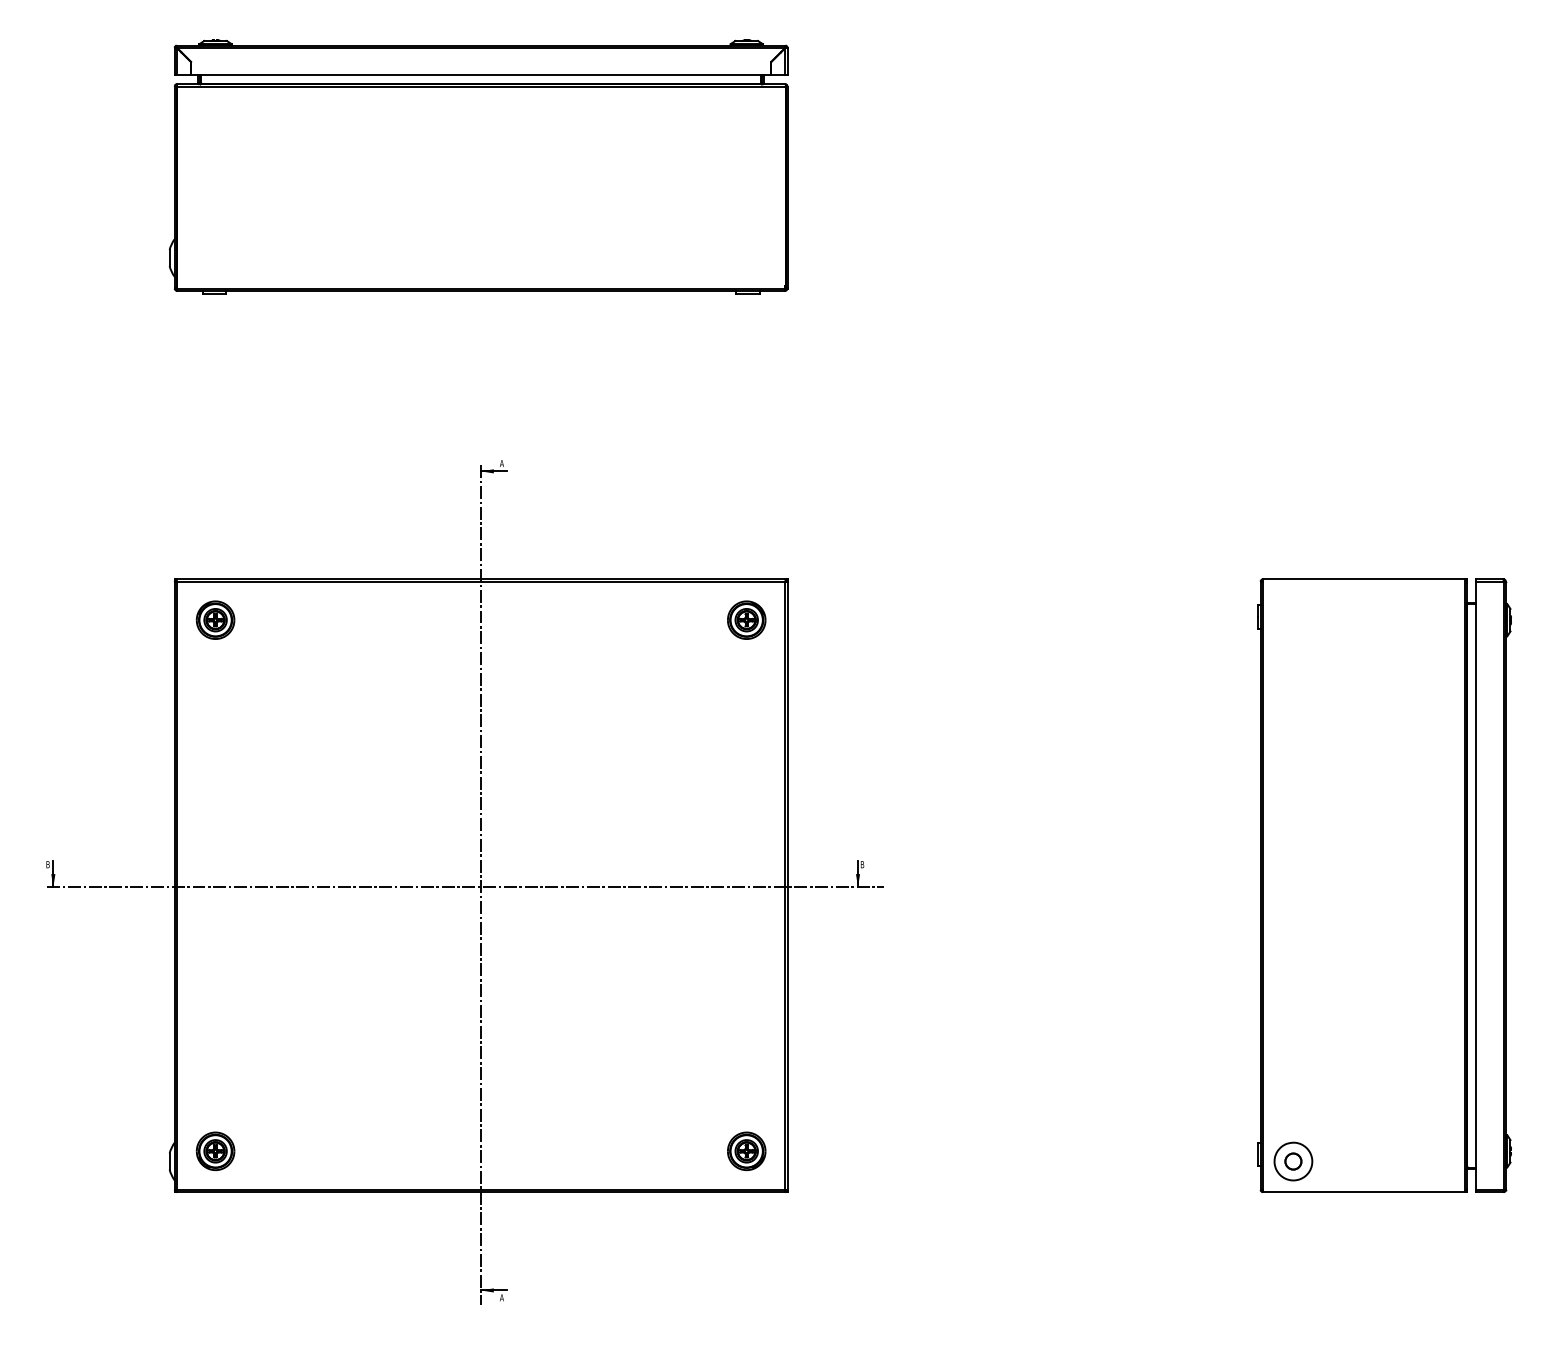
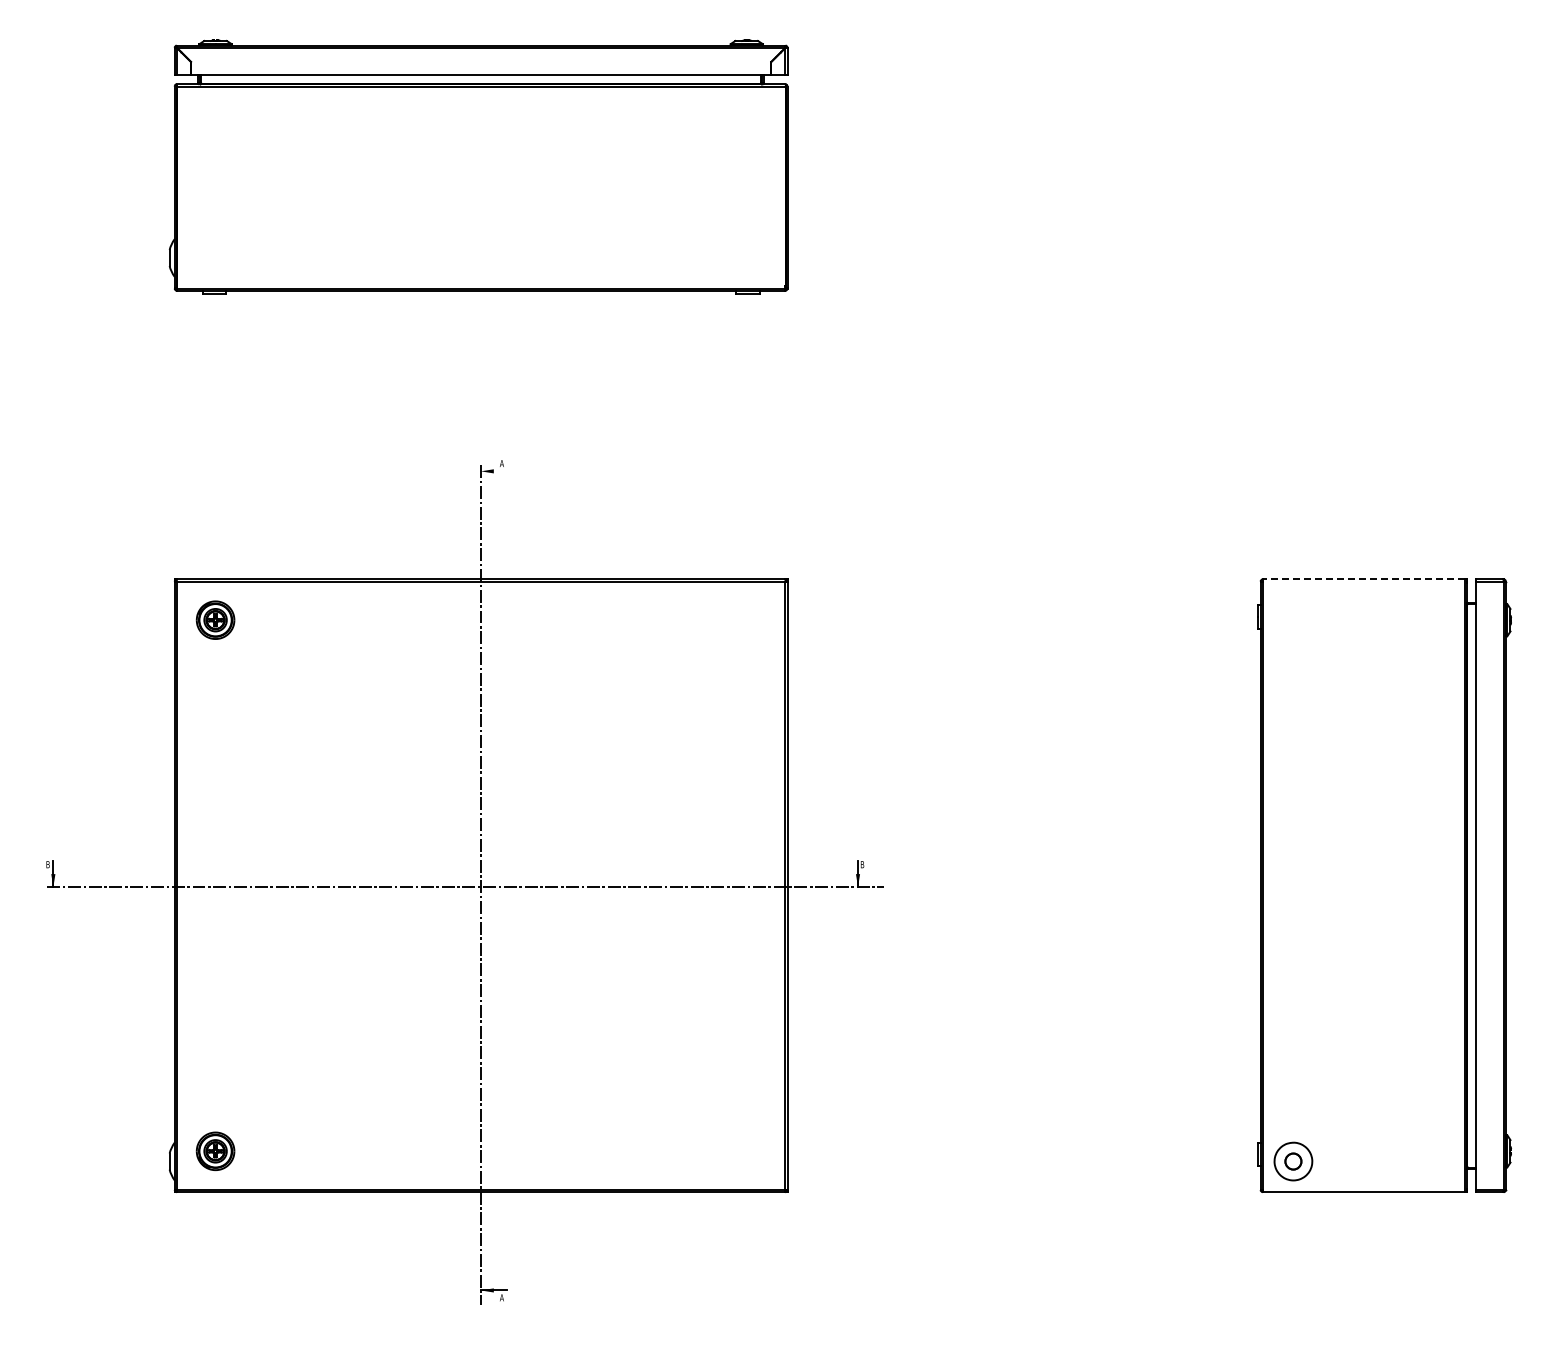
line at (493, 471): present -> none
line at (1364, 579): solid -> dashed
part at (746, 619): present -> none
part at (746, 1150): present -> none
